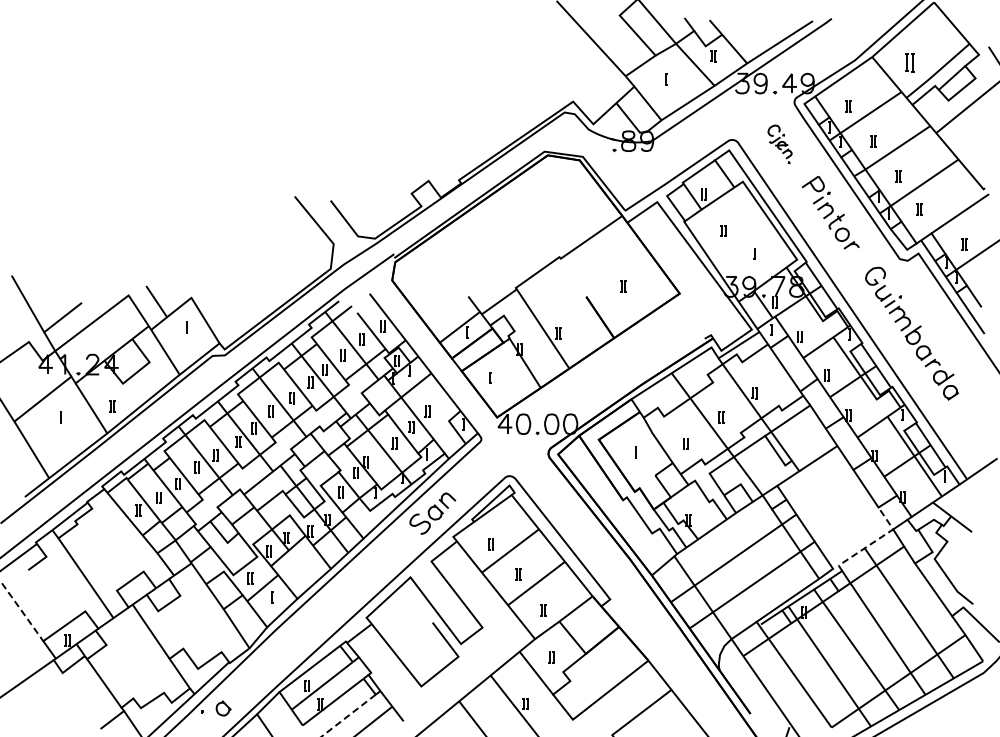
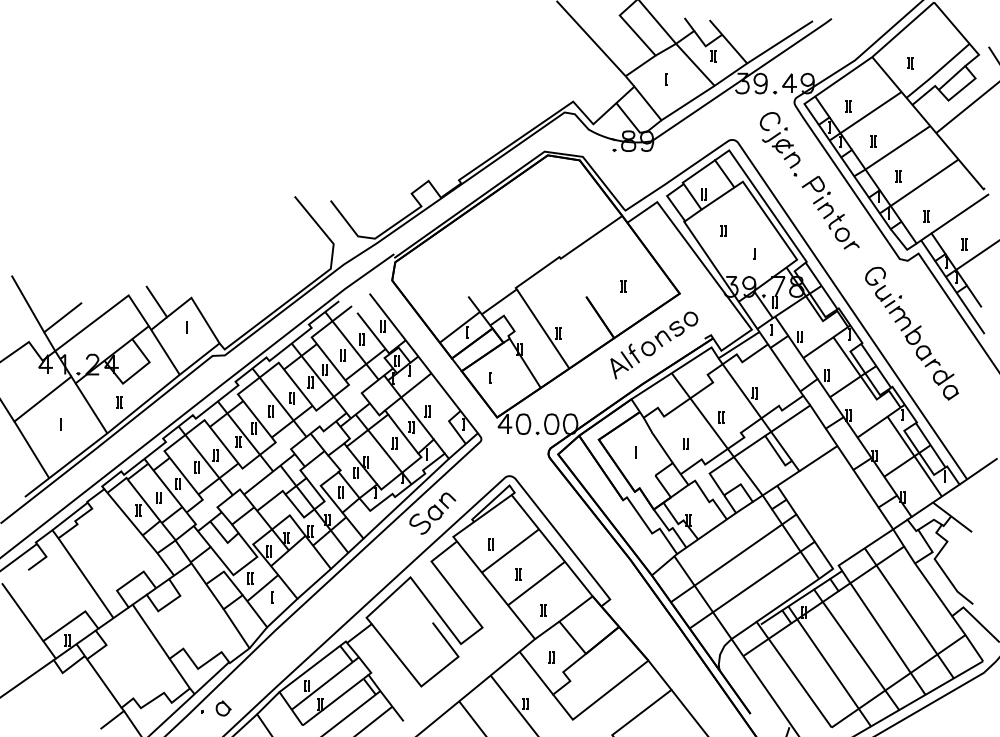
part at (909, 62) size: 10x20 px -> 7x13 px
part at (779, 143) size: 26x40 px -> 42x65 px
part at (919, 209) position: (919, 209) -> (926, 216)
part at (654, 345): none -> present
part at (112, 406) position: (112, 406) -> (119, 402)
line at (60, 417) position: (60, 417) -> (60, 424)
line at (874, 542): dashed -> solid
line at (22, 612): dashed -> solid
line at (349, 715): dashed -> solid
